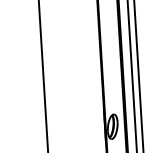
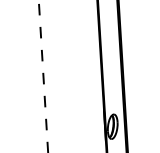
line at (131, 75): present -> none
line at (138, 75): present -> none
line at (43, 76): solid -> dashed
